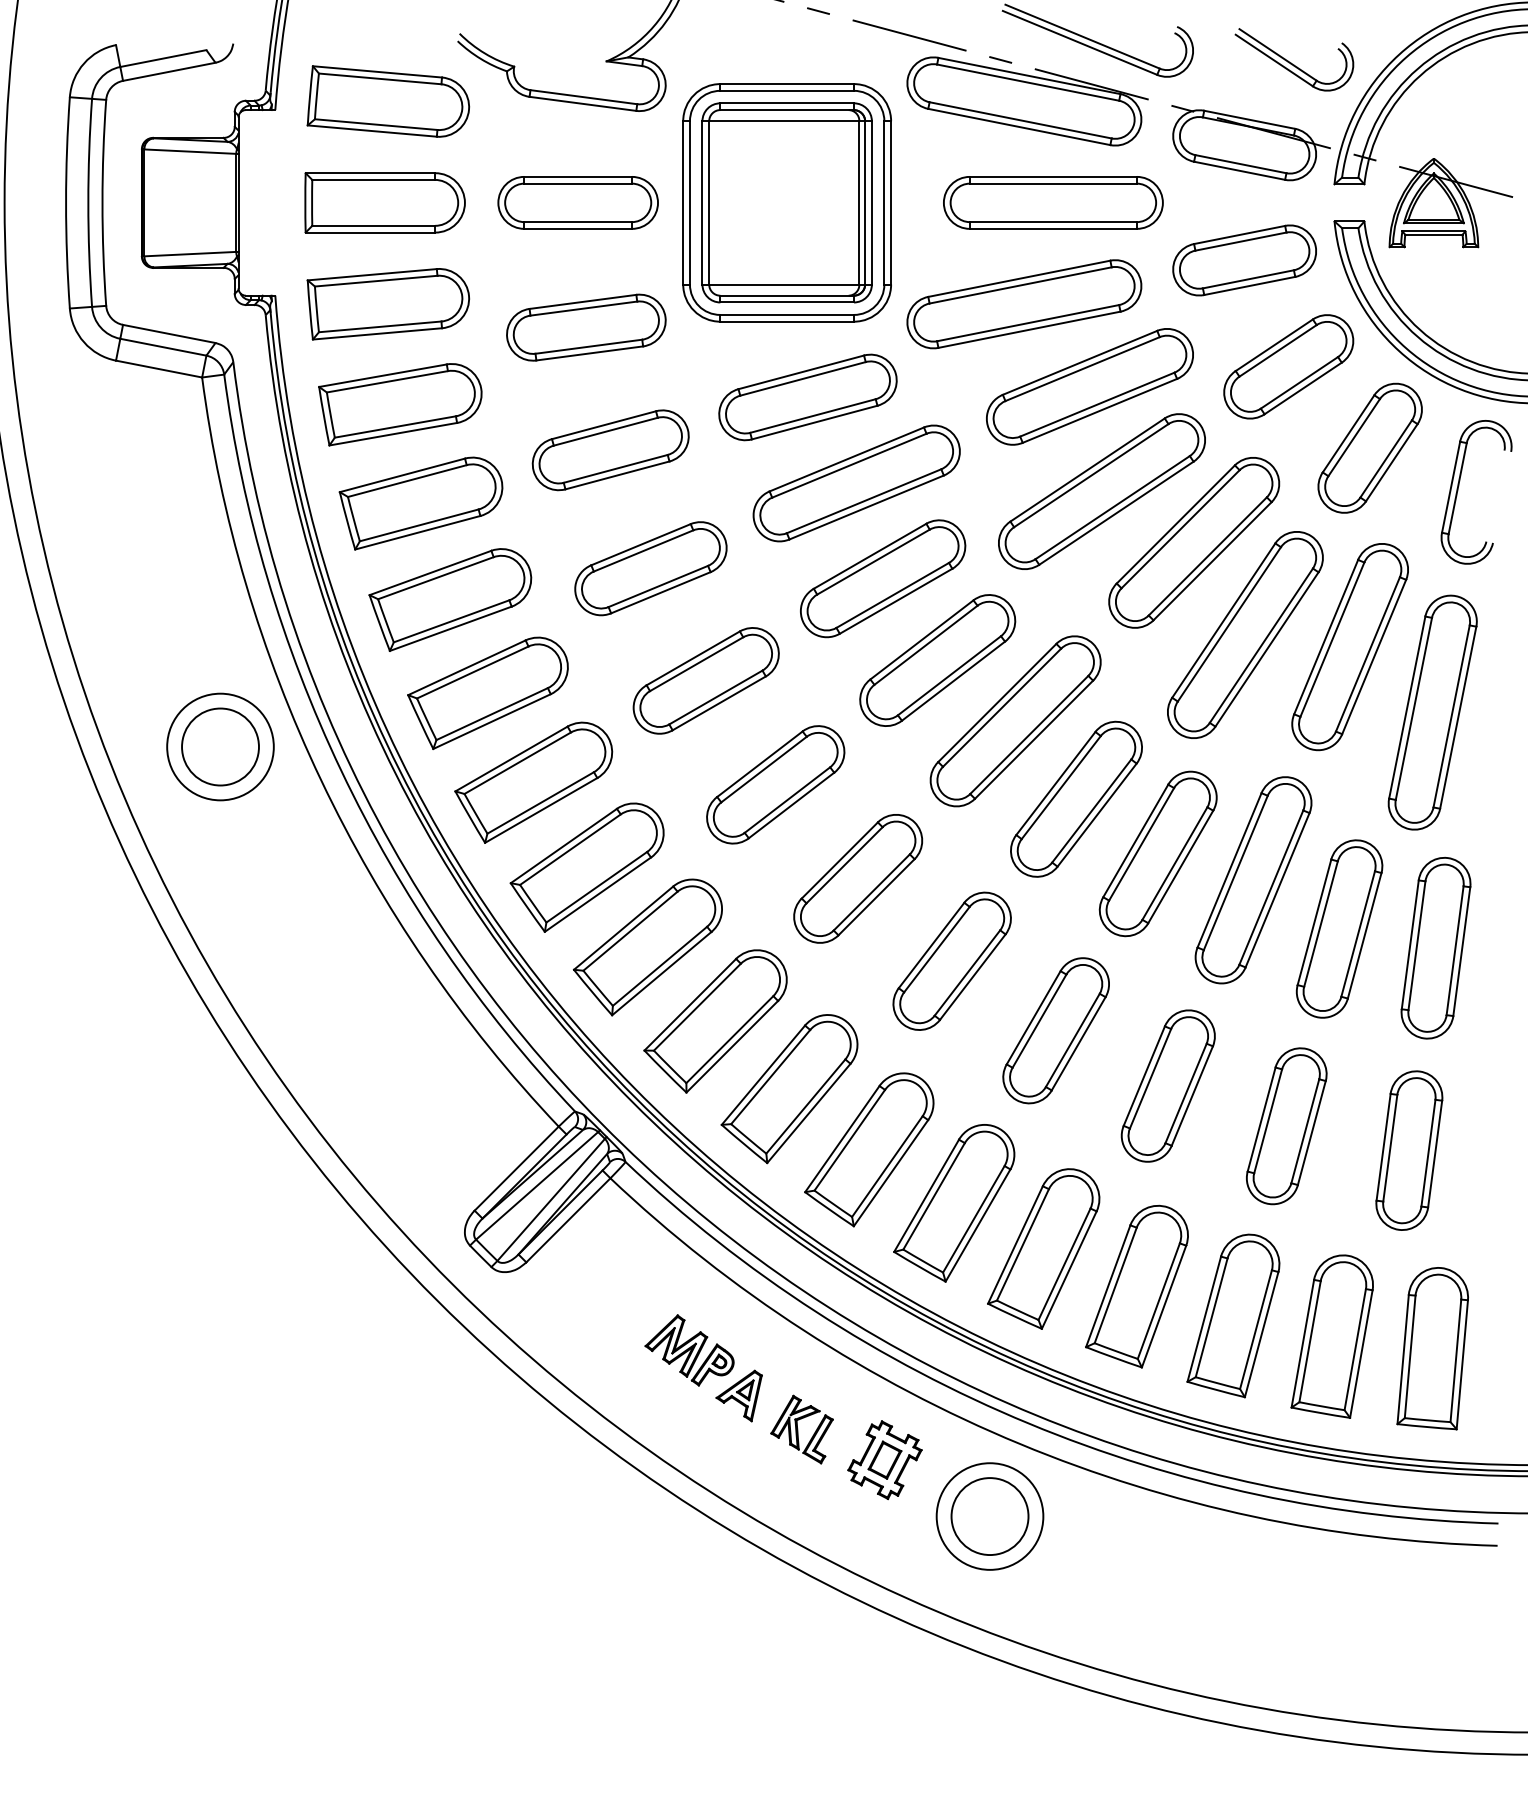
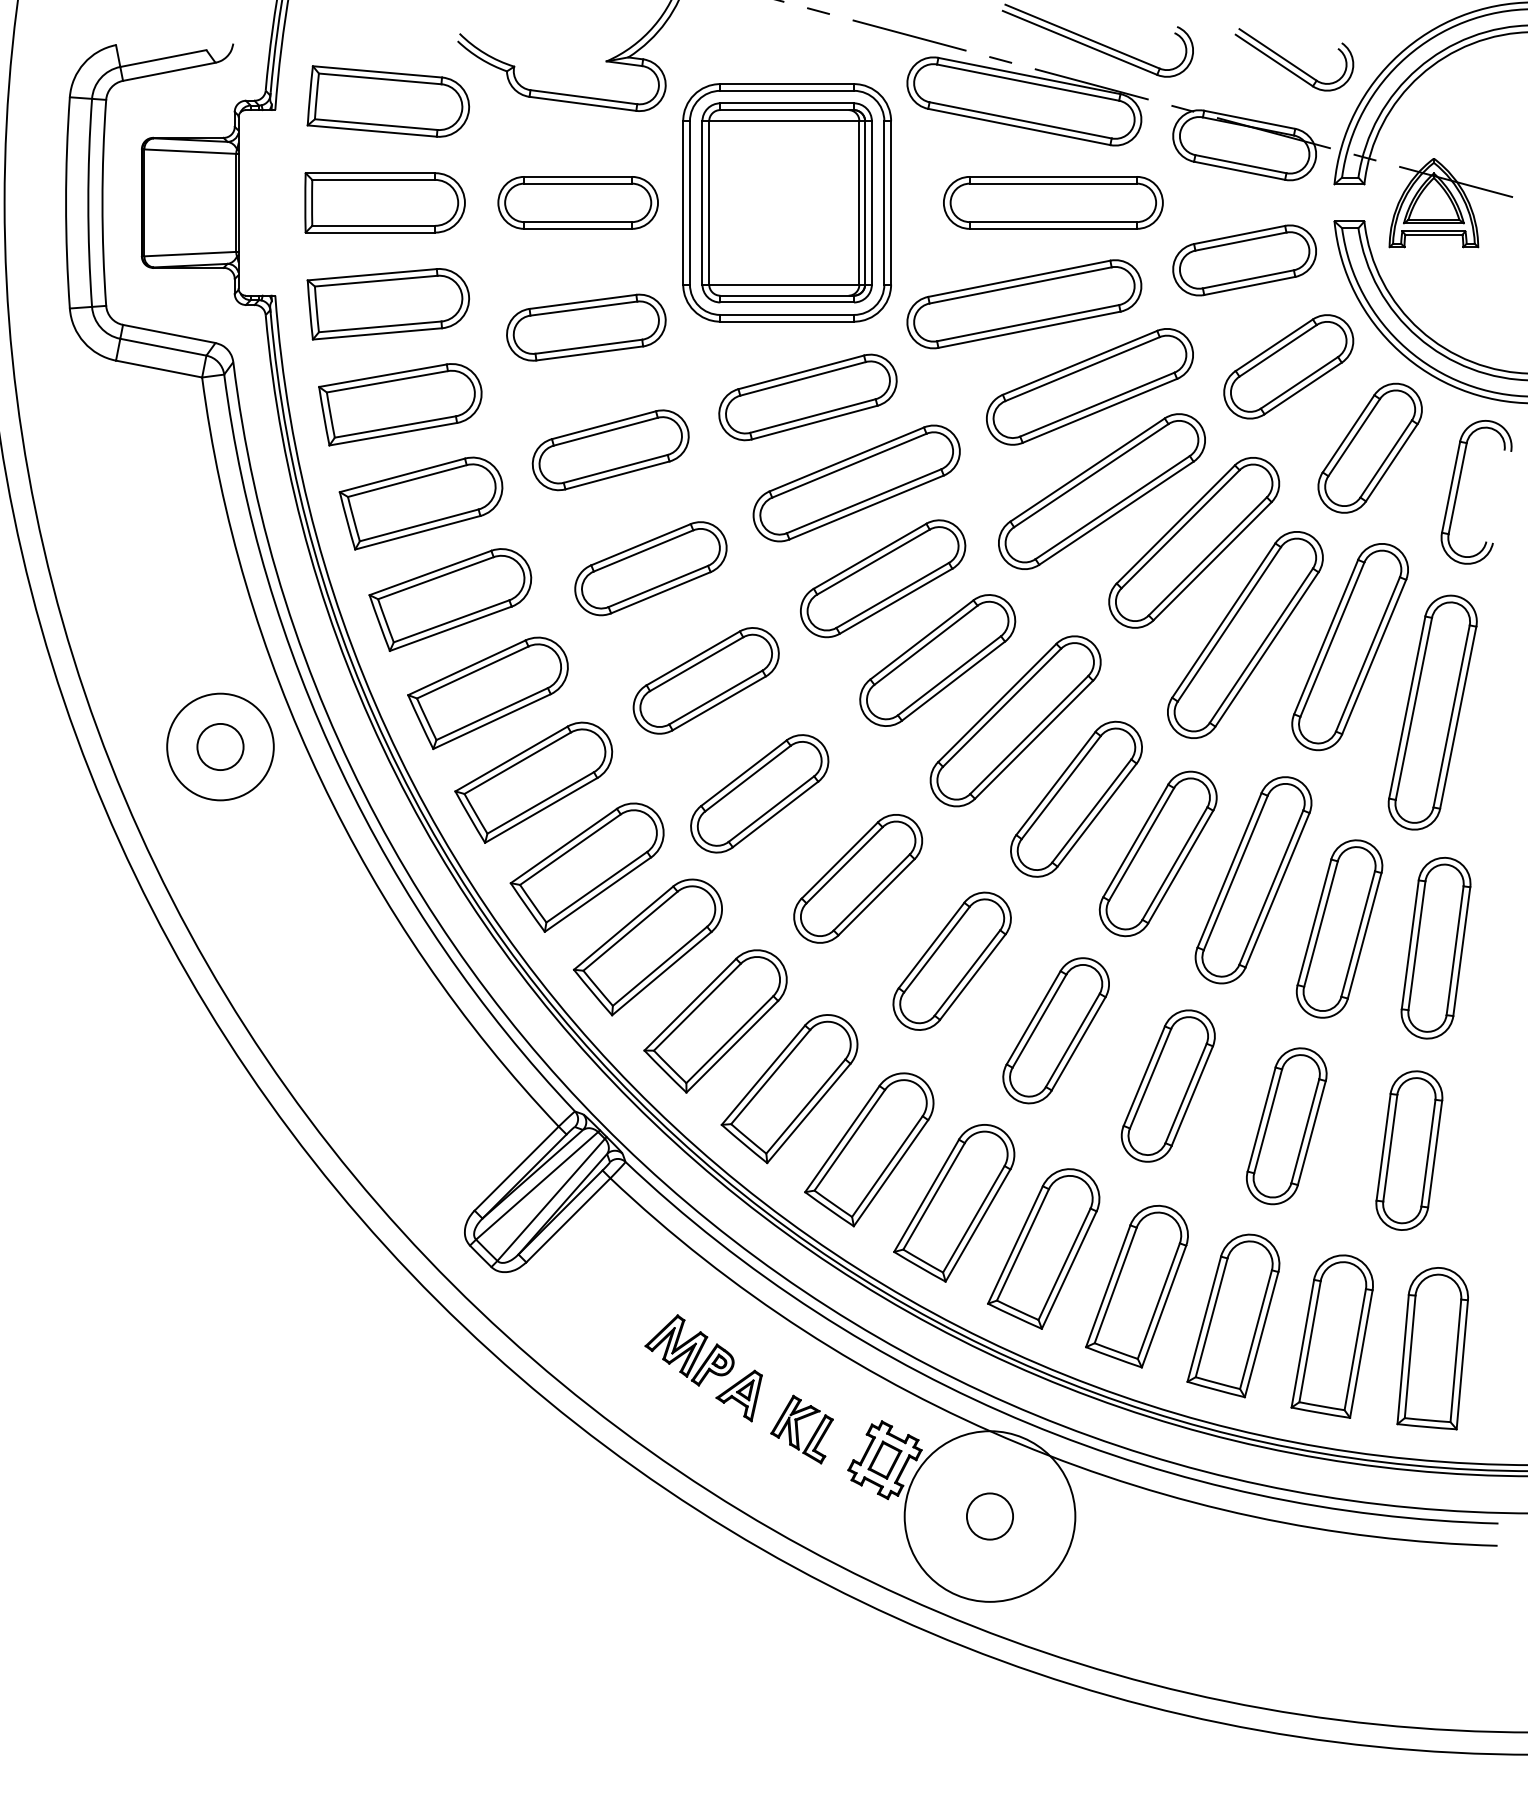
circle at (220, 746) diameter: 77 px -> 46 px
part at (775, 784) position: (775, 784) -> (759, 793)
circle at (989, 1516) diameter: 107 px -> 171 px
circle at (989, 1516) diameter: 77 px -> 46 px
